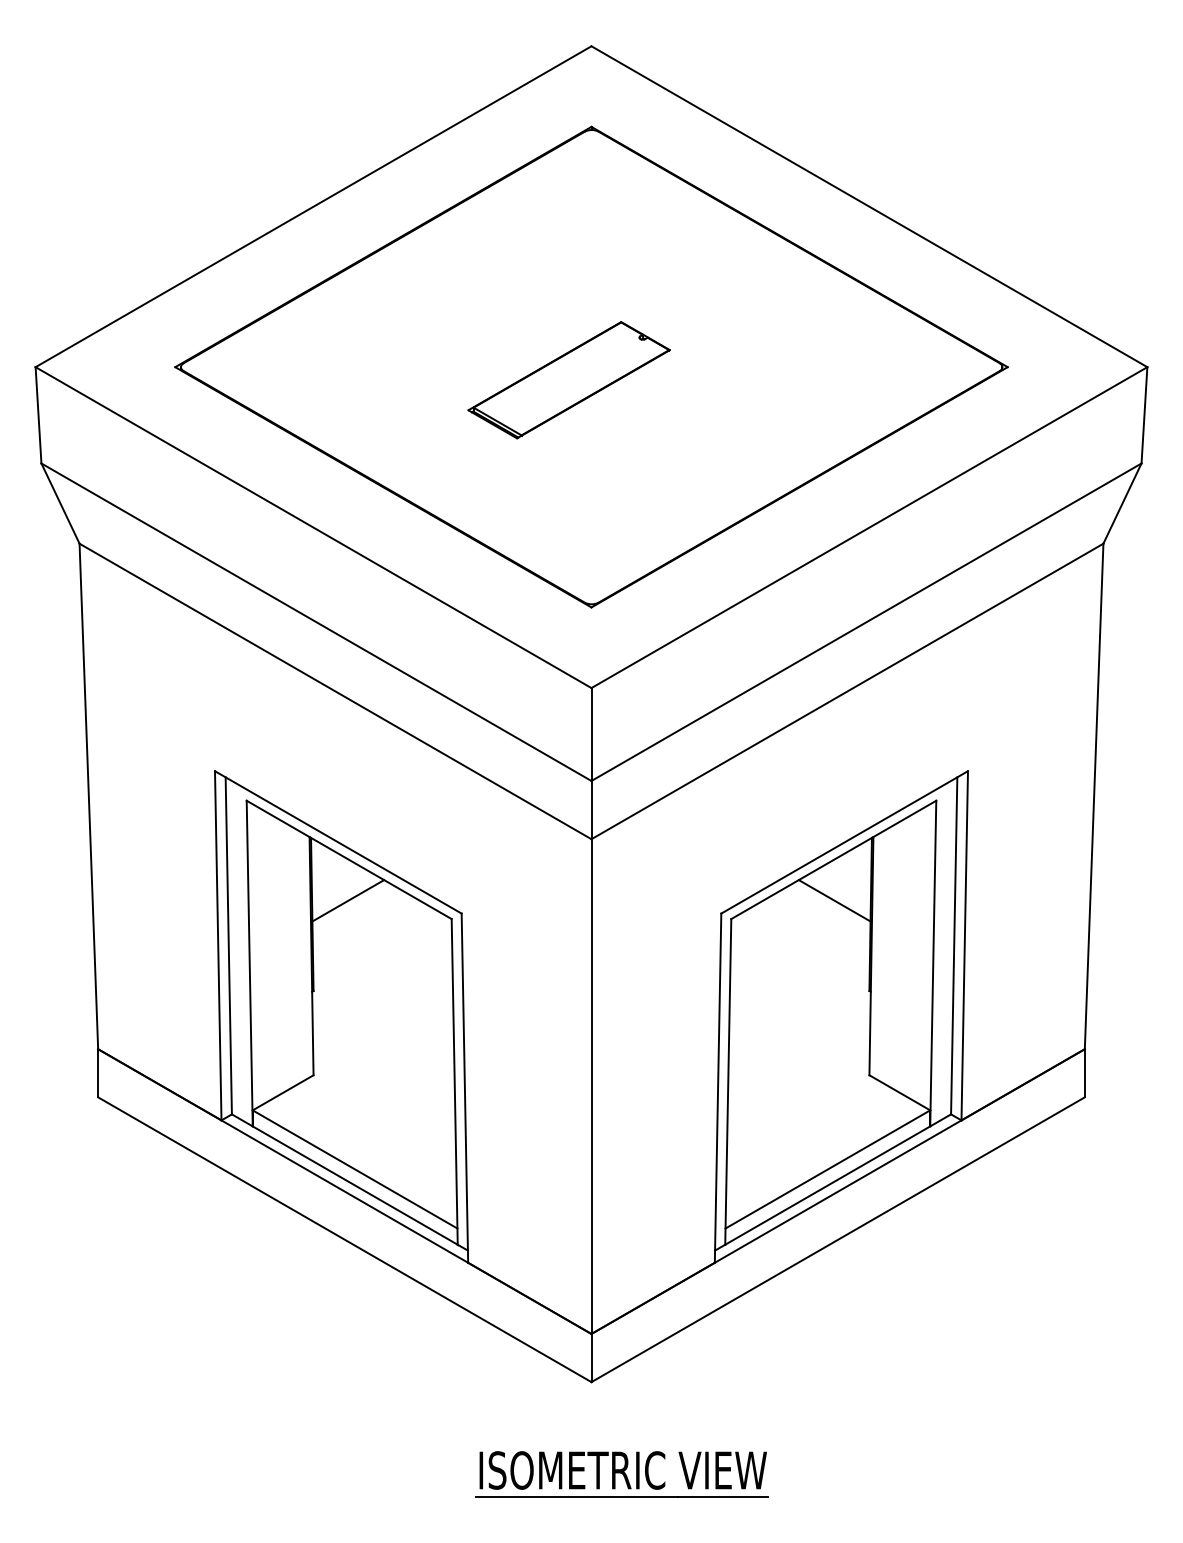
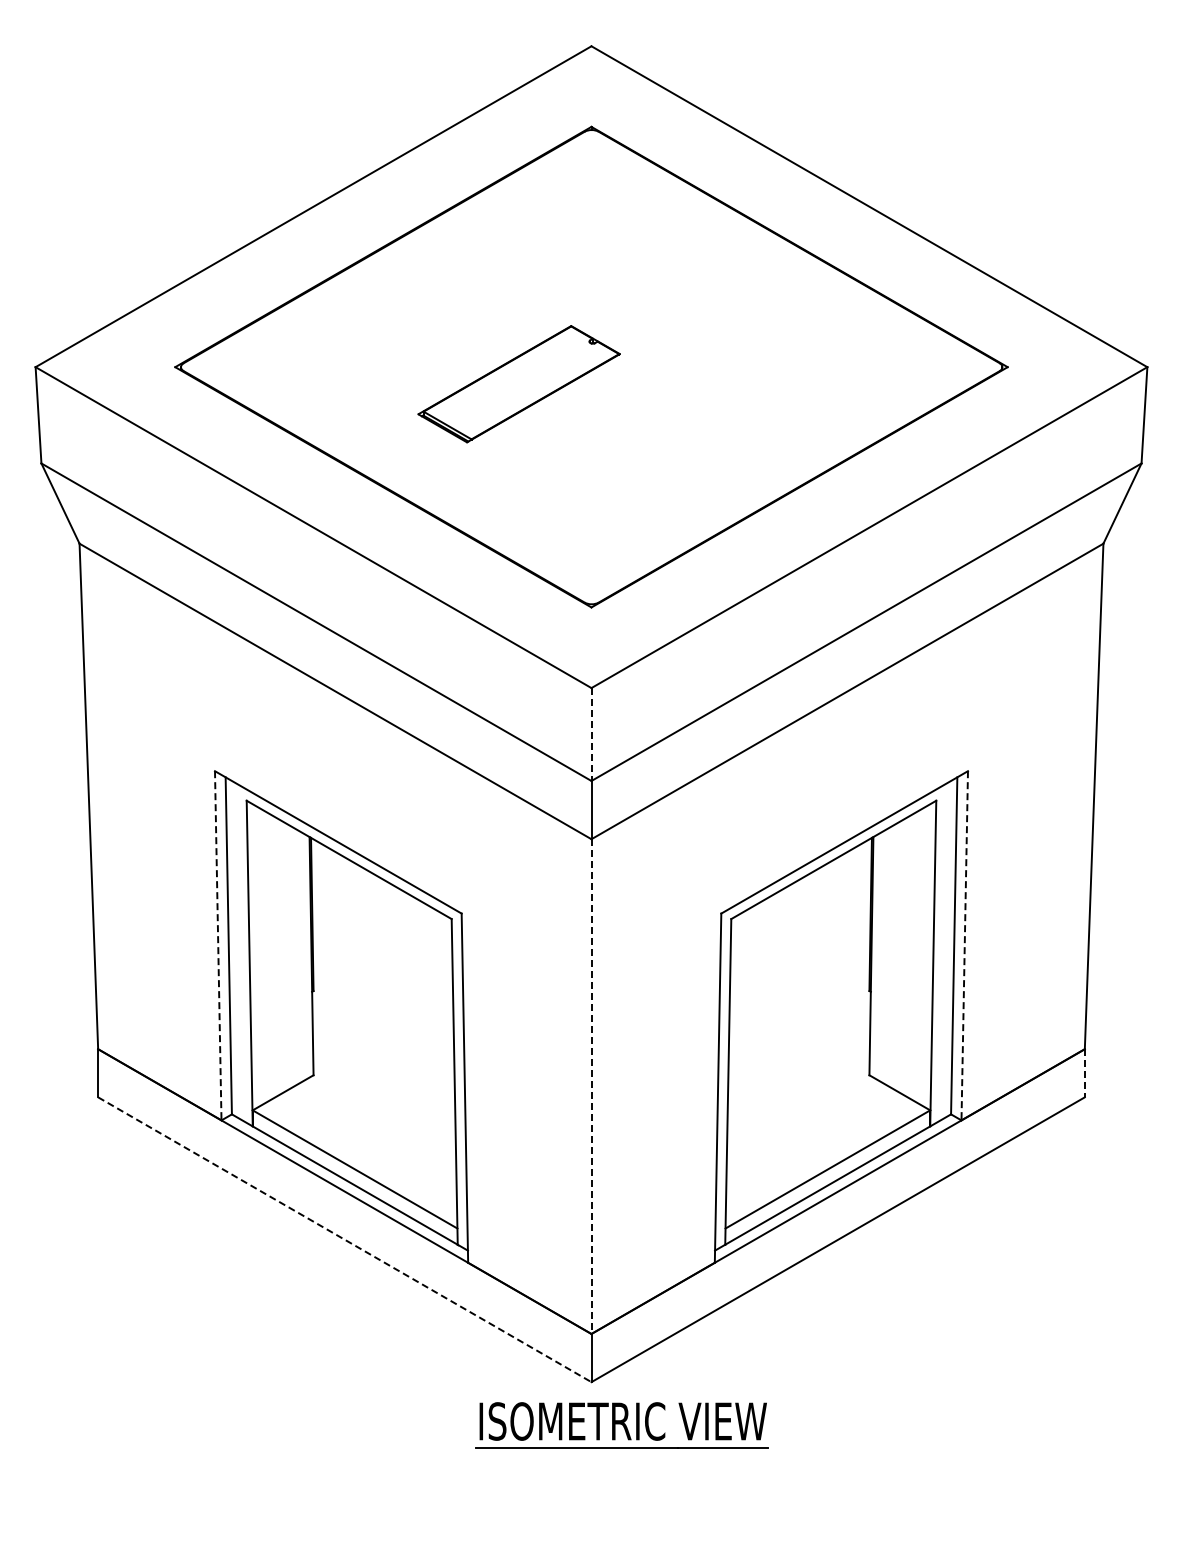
part at (568, 380) position: (568, 380) -> (518, 384)
line at (591, 735): solid -> dashed
line at (348, 900): present -> none
line at (834, 900): present -> none
line at (218, 945): solid -> dashed
line at (964, 945): solid -> dashed
line at (1084, 1073): solid -> dashed
line at (591, 1087): solid -> dashed
line at (344, 1239): solid -> dashed
part at (621, 1474) position: (621, 1474) -> (621, 1425)
